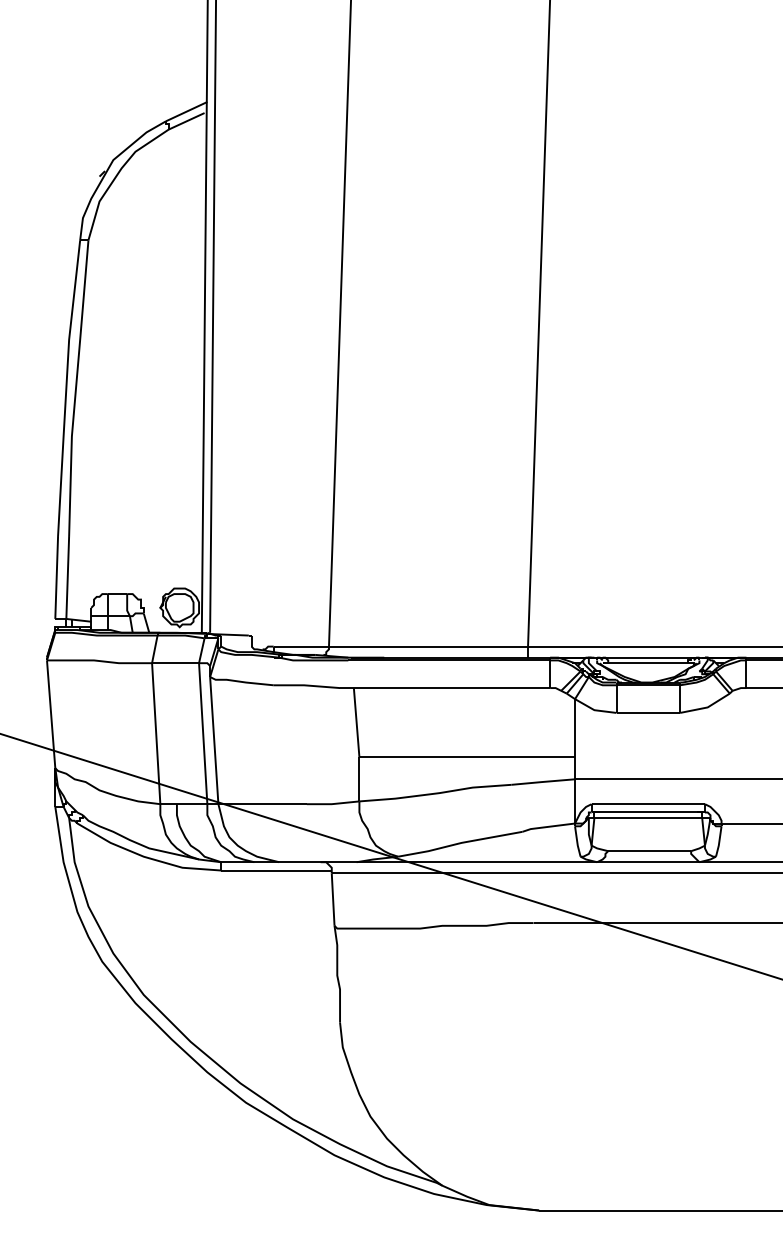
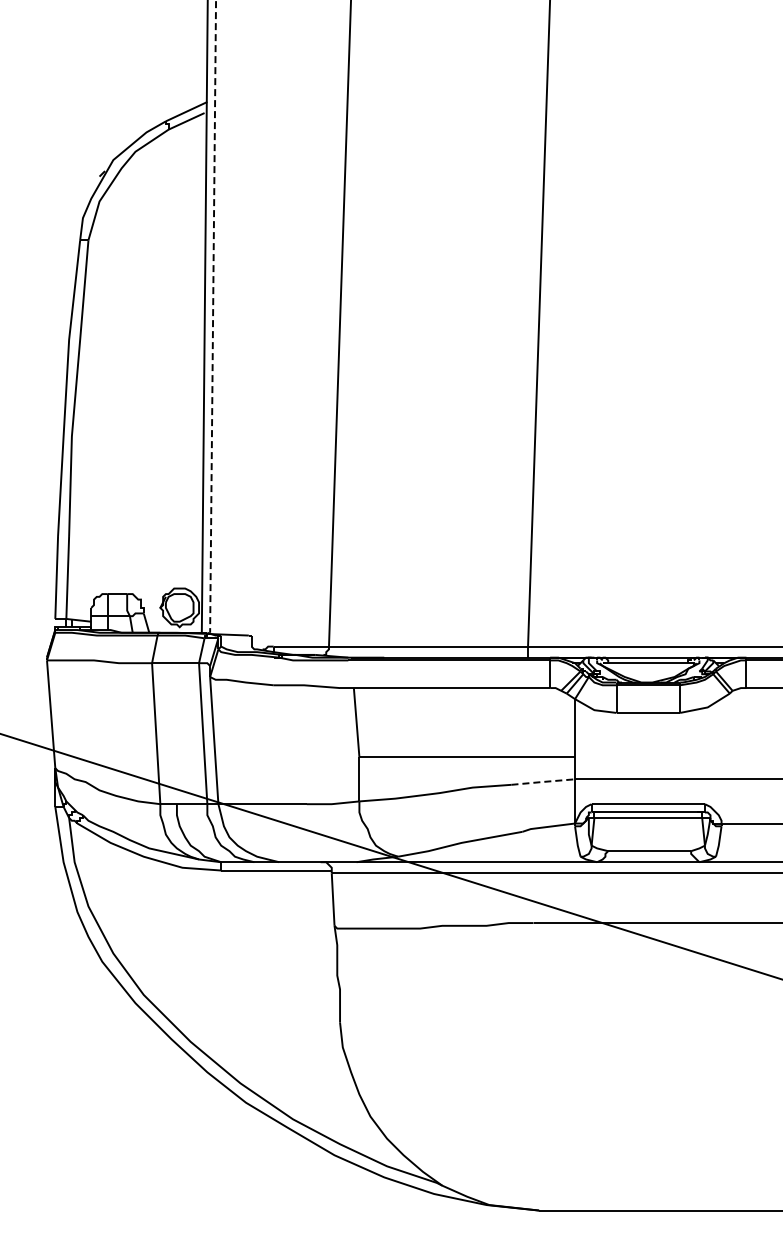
line at (213, 316): solid -> dashed
line at (542, 781): solid -> dashed
